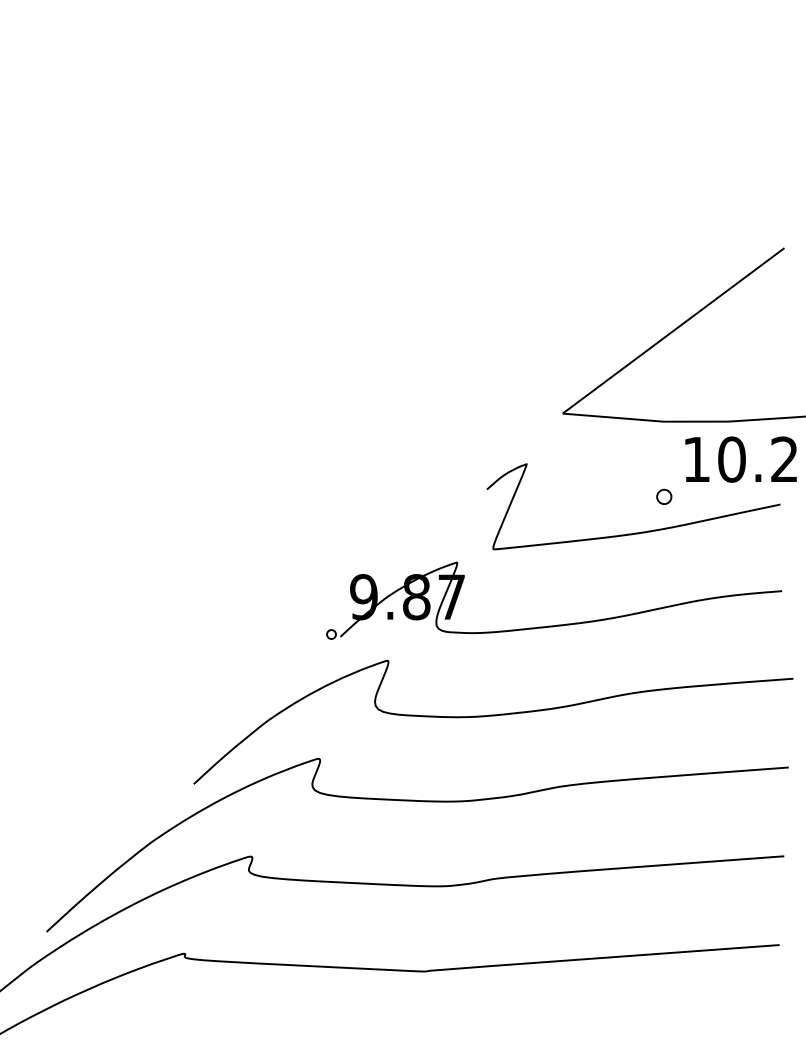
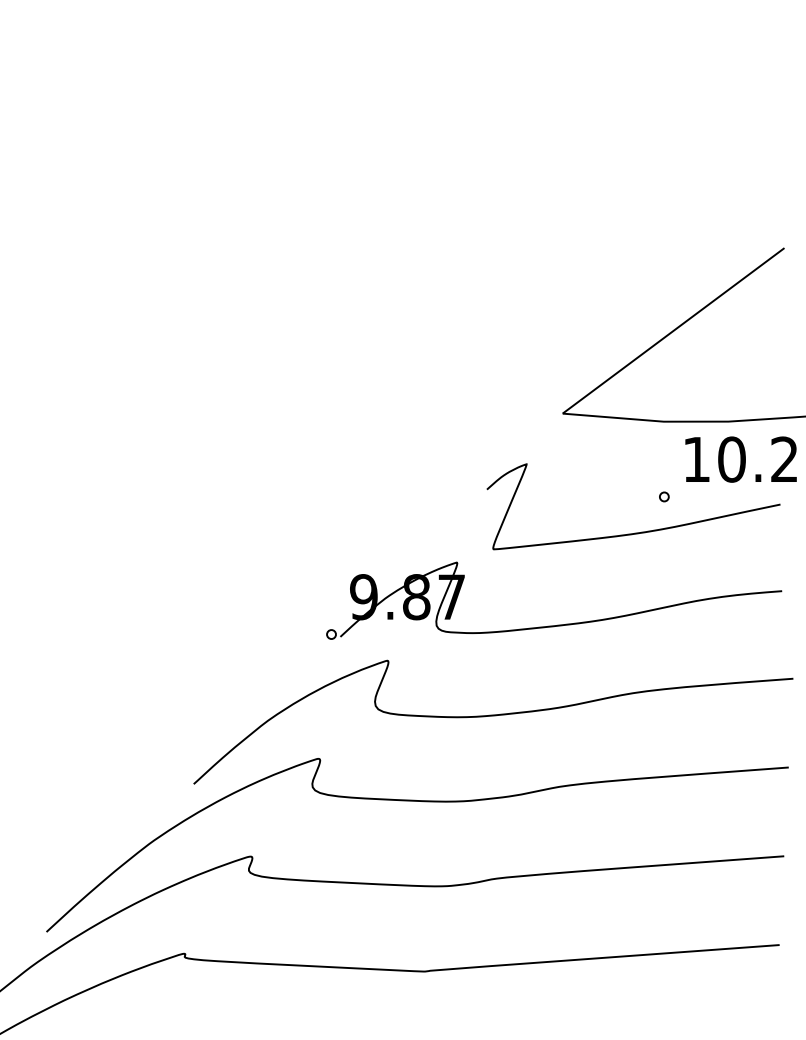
part at (664, 496) size: 17x17 px -> 11x12 px
